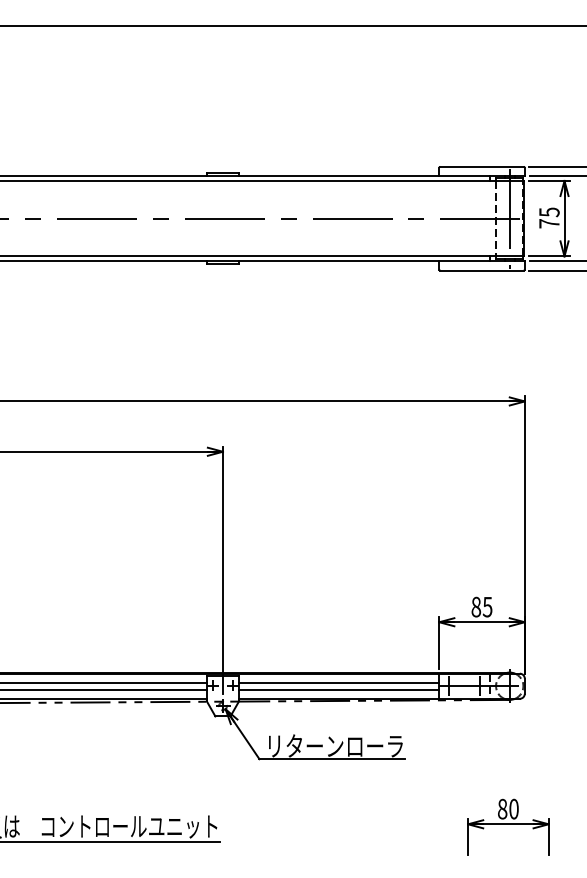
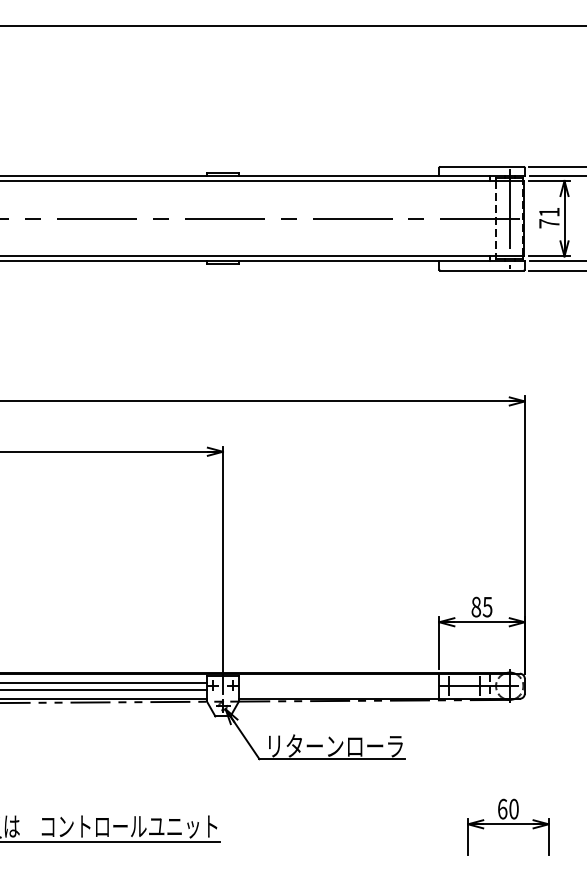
text at (549, 212): 75 -> 71
line at (339, 682): present -> none
line at (339, 689): present -> none
text at (502, 808): 80 -> 60
